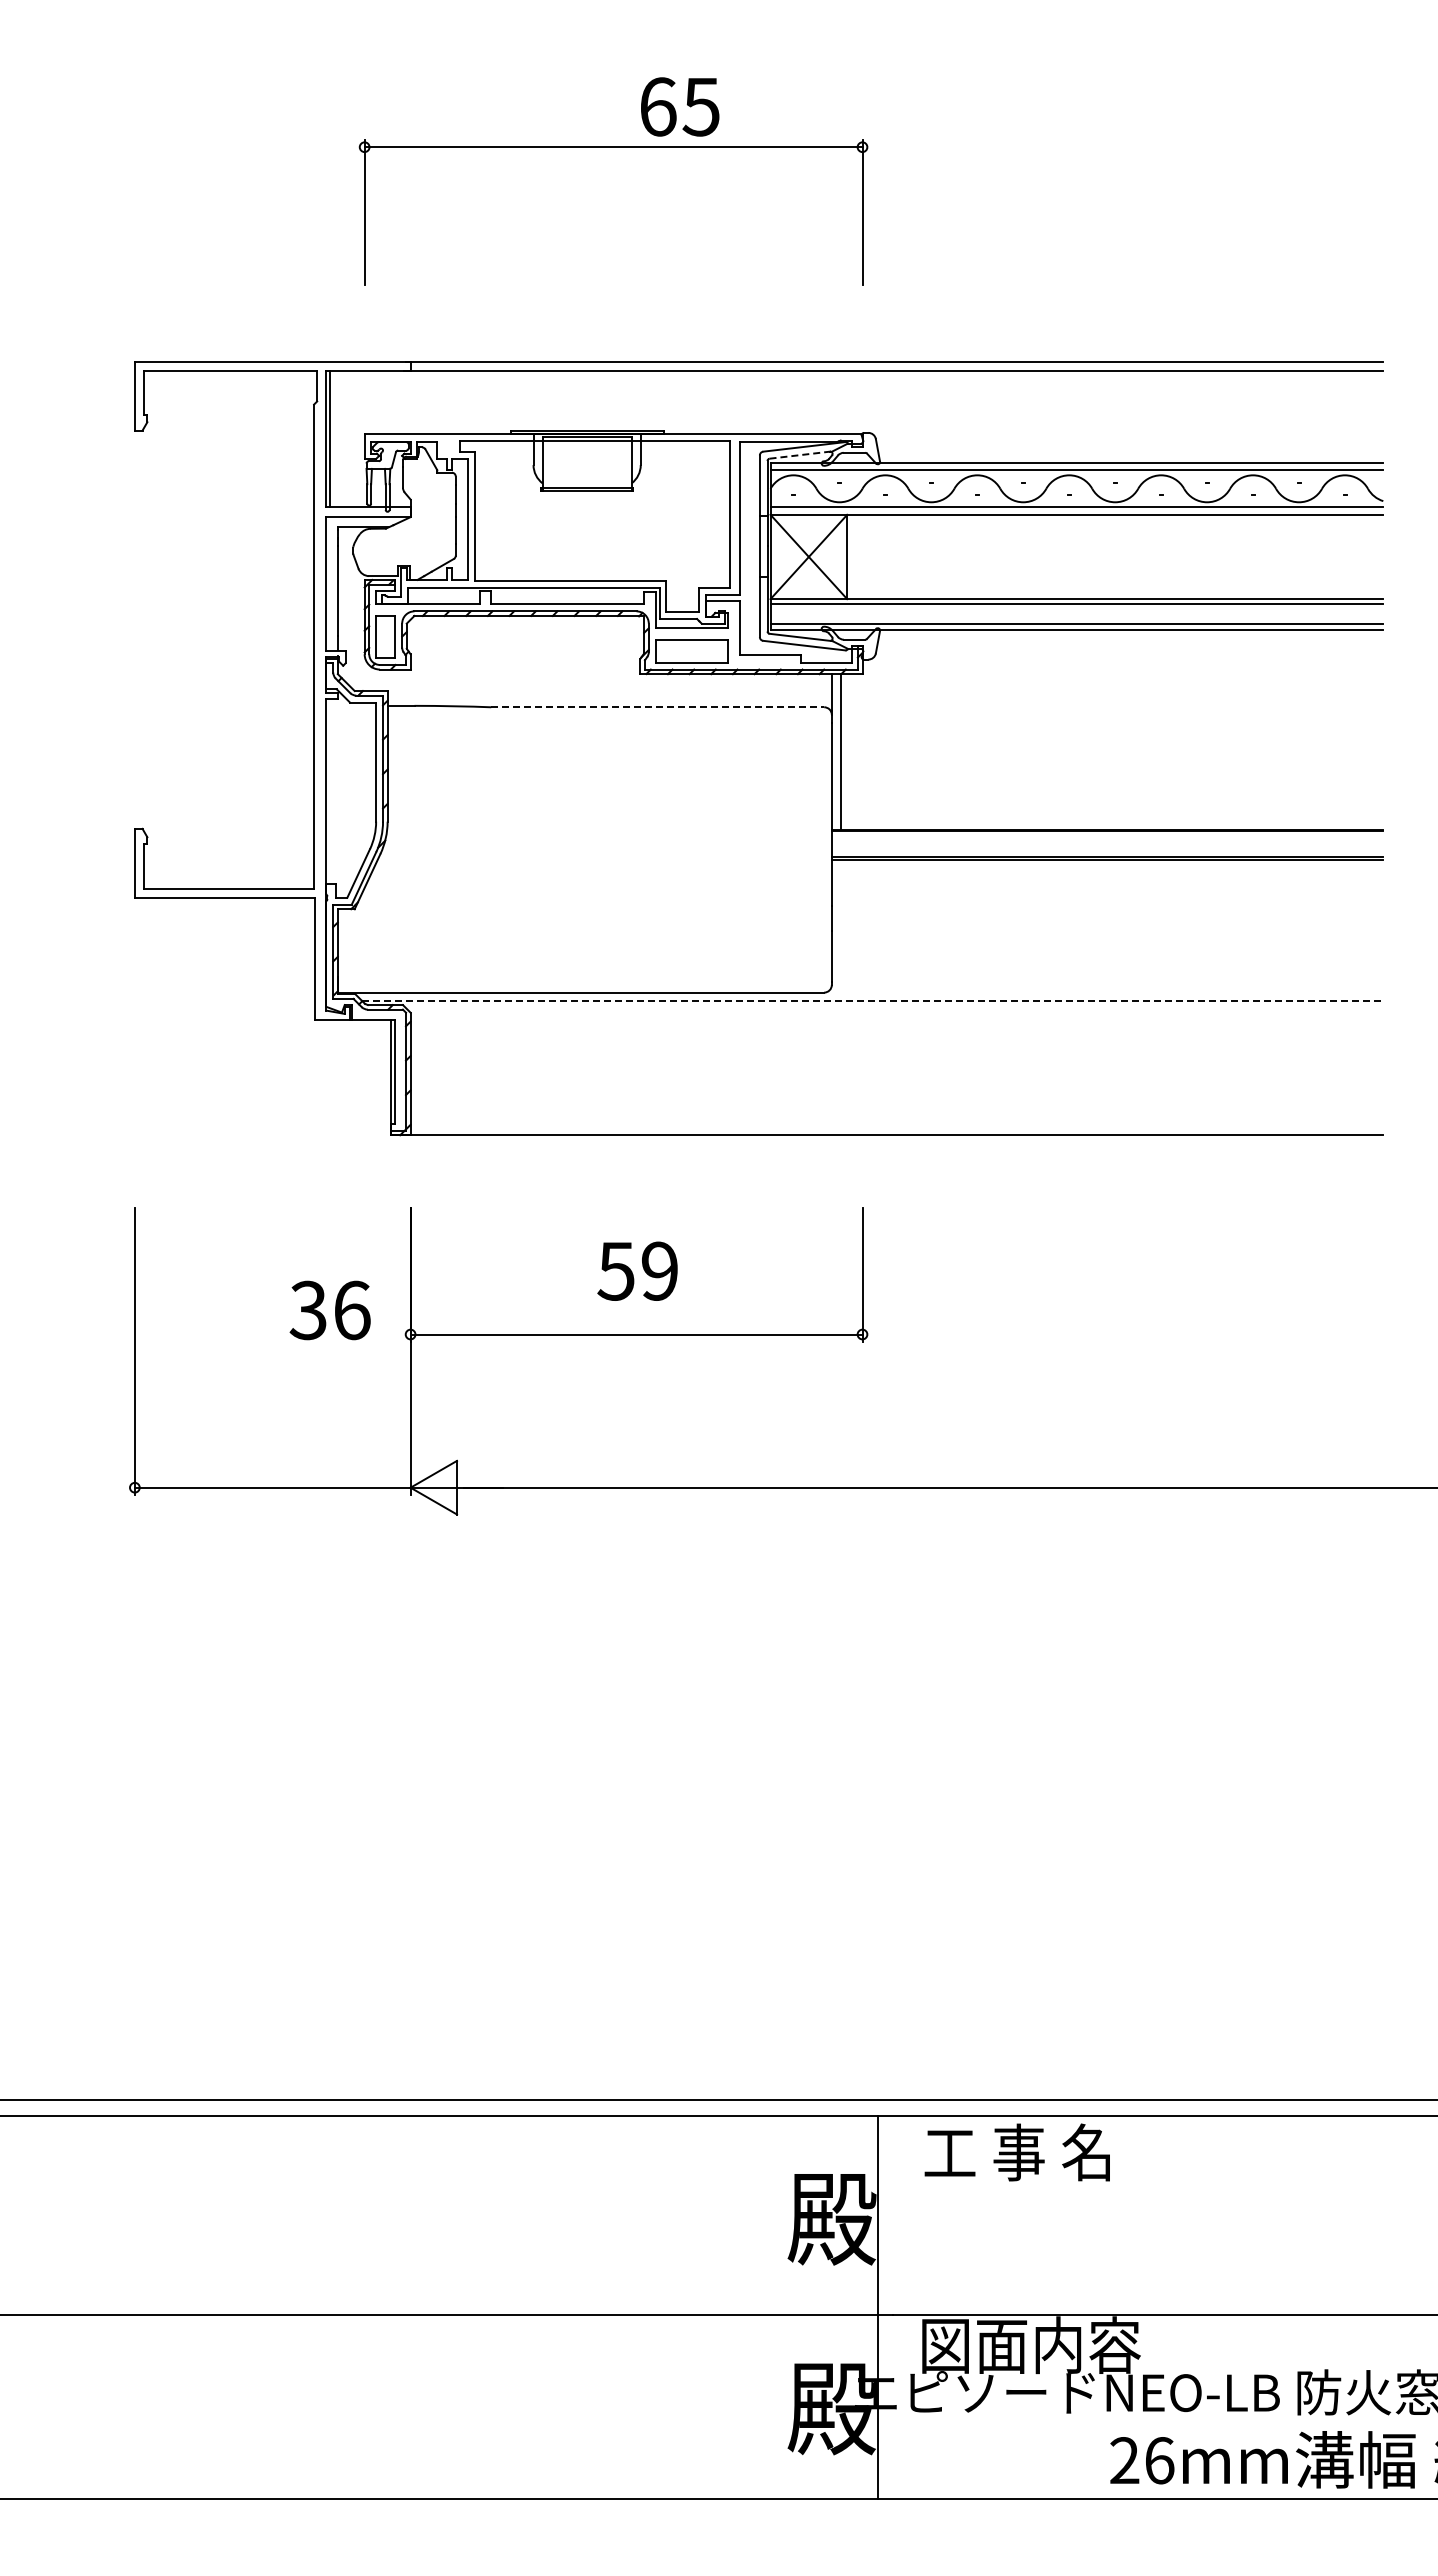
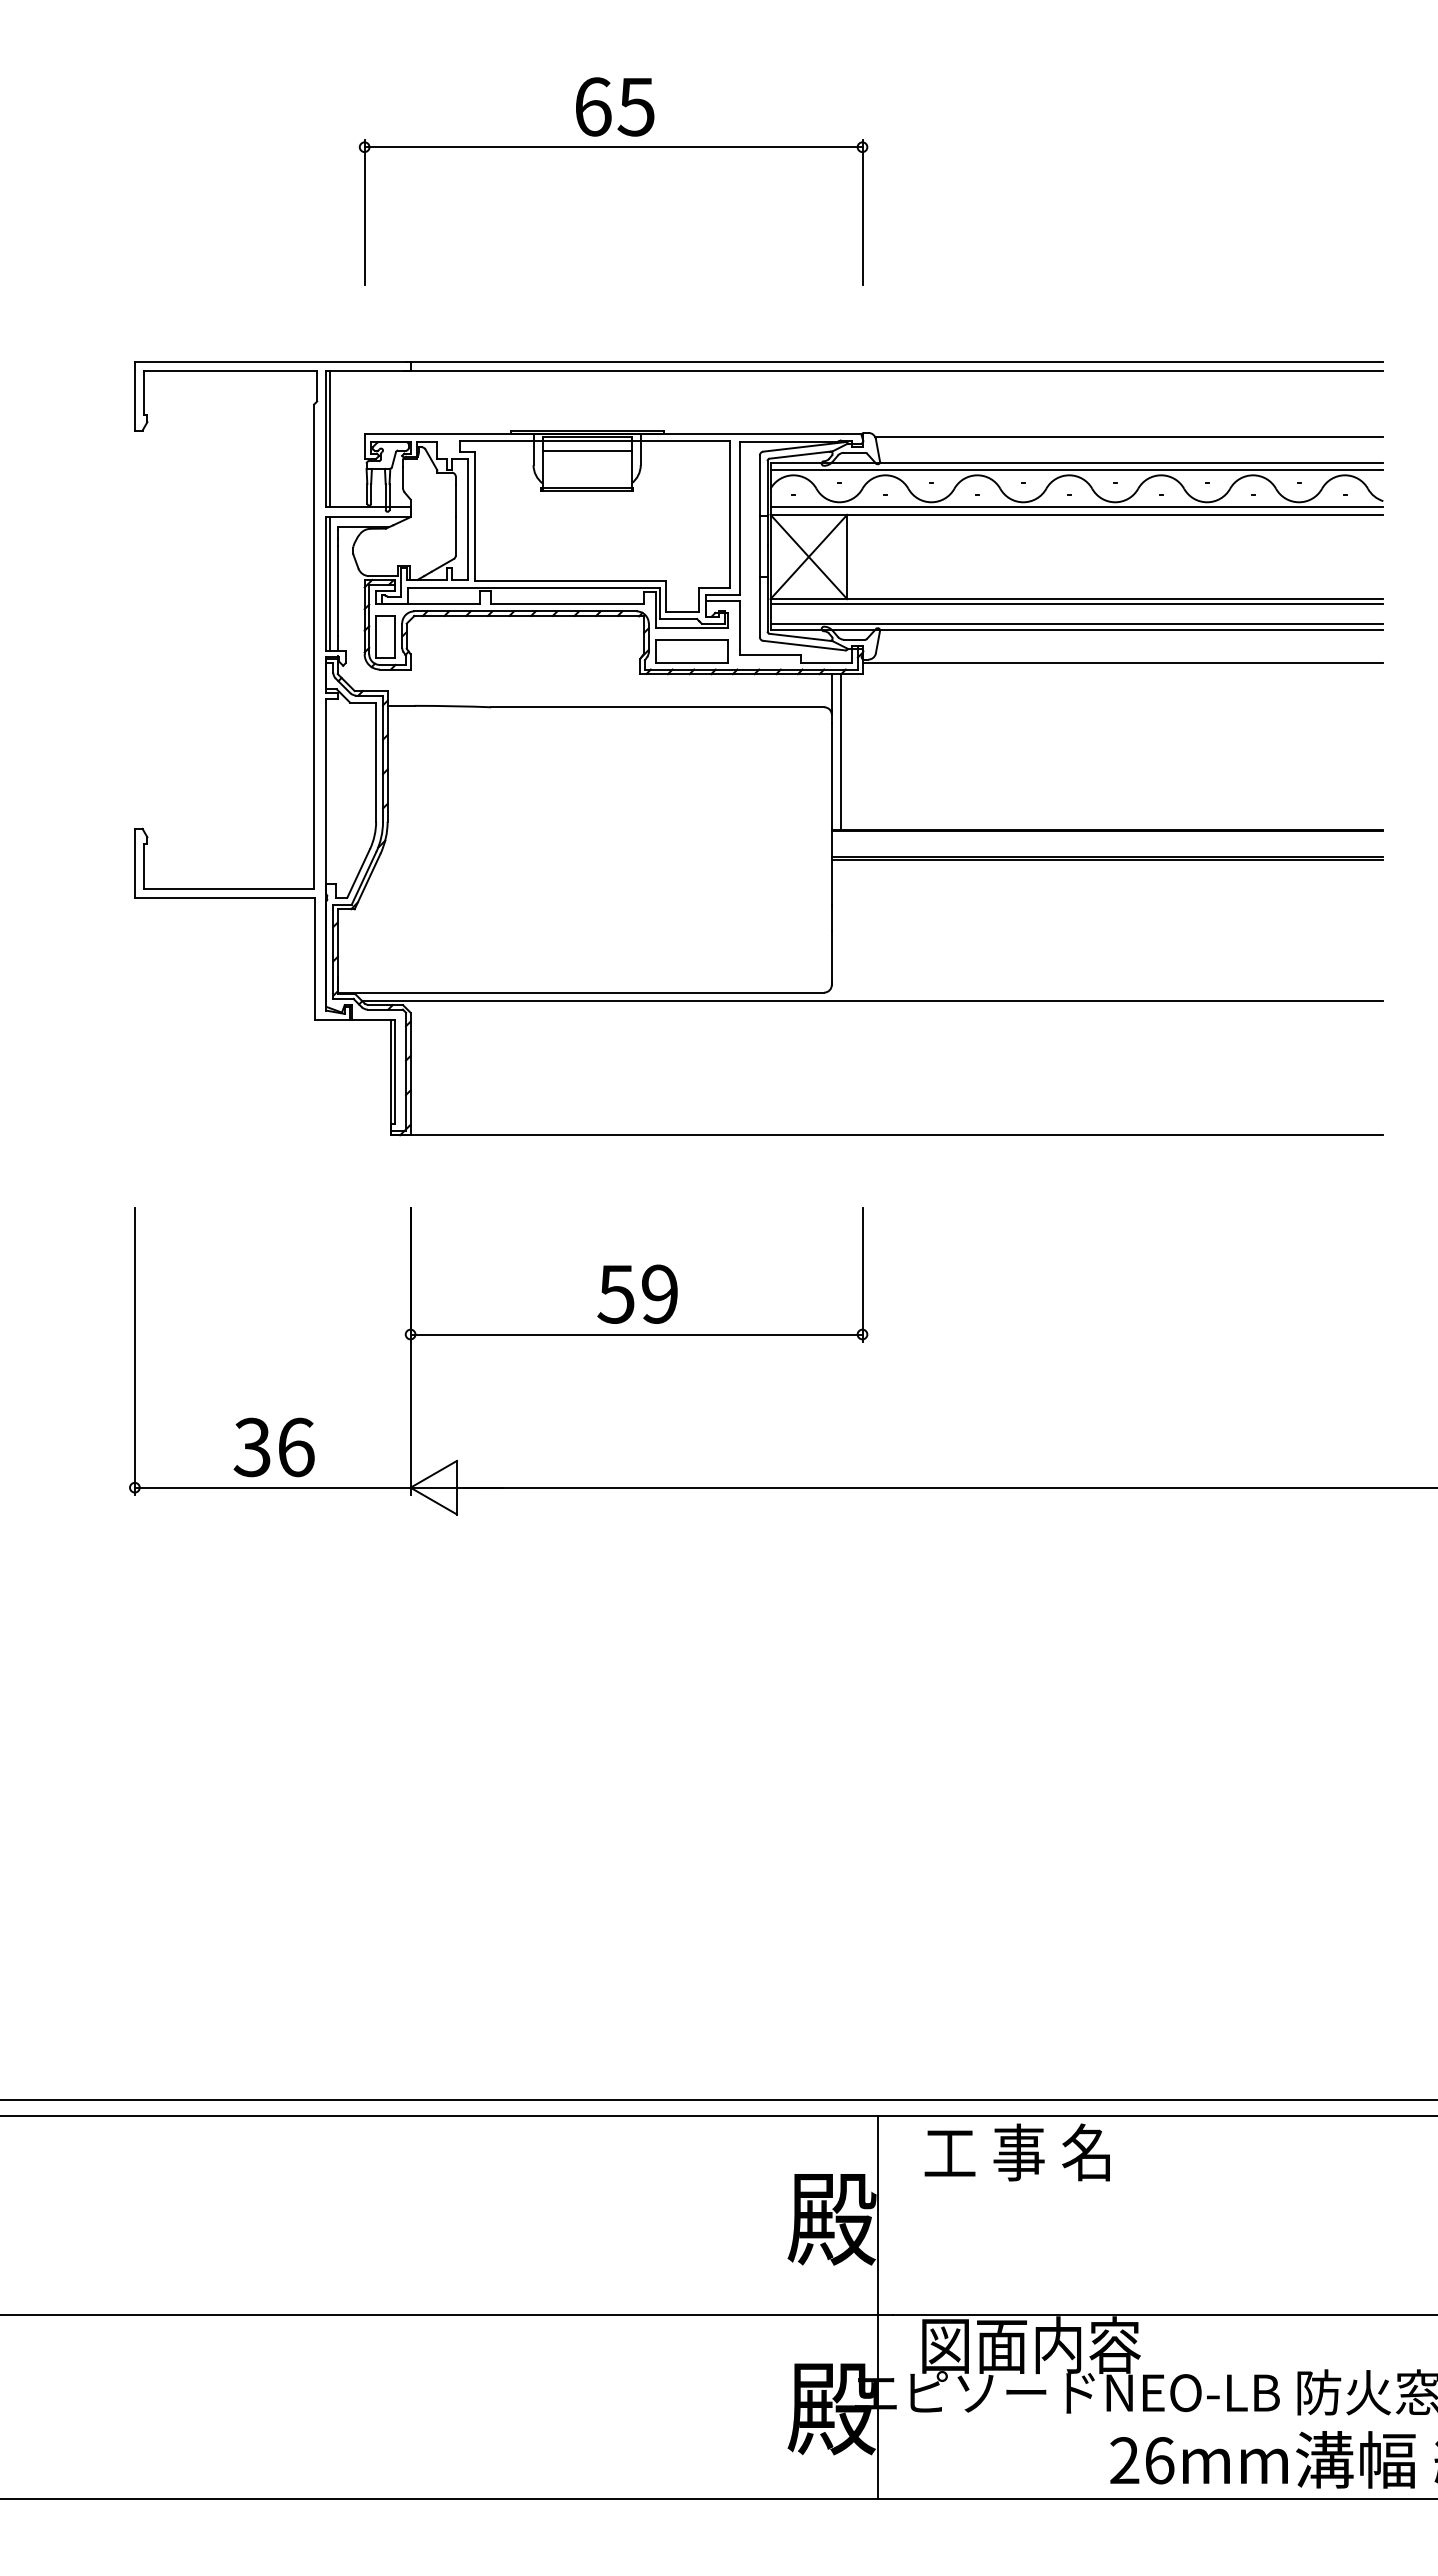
text at (680, 106) position: (680, 106) -> (615, 106)
line at (1128, 436): none -> present
line at (586, 450): none -> present
line at (801, 455): dashed -> solid
line at (330, 583): none -> present
line at (1122, 663): none -> present
line at (658, 707): dashed -> solid
line at (873, 1001): dashed -> solid
text at (637, 1270) position: (637, 1270) -> (637, 1293)
text at (329, 1310) position: (329, 1310) -> (273, 1447)
